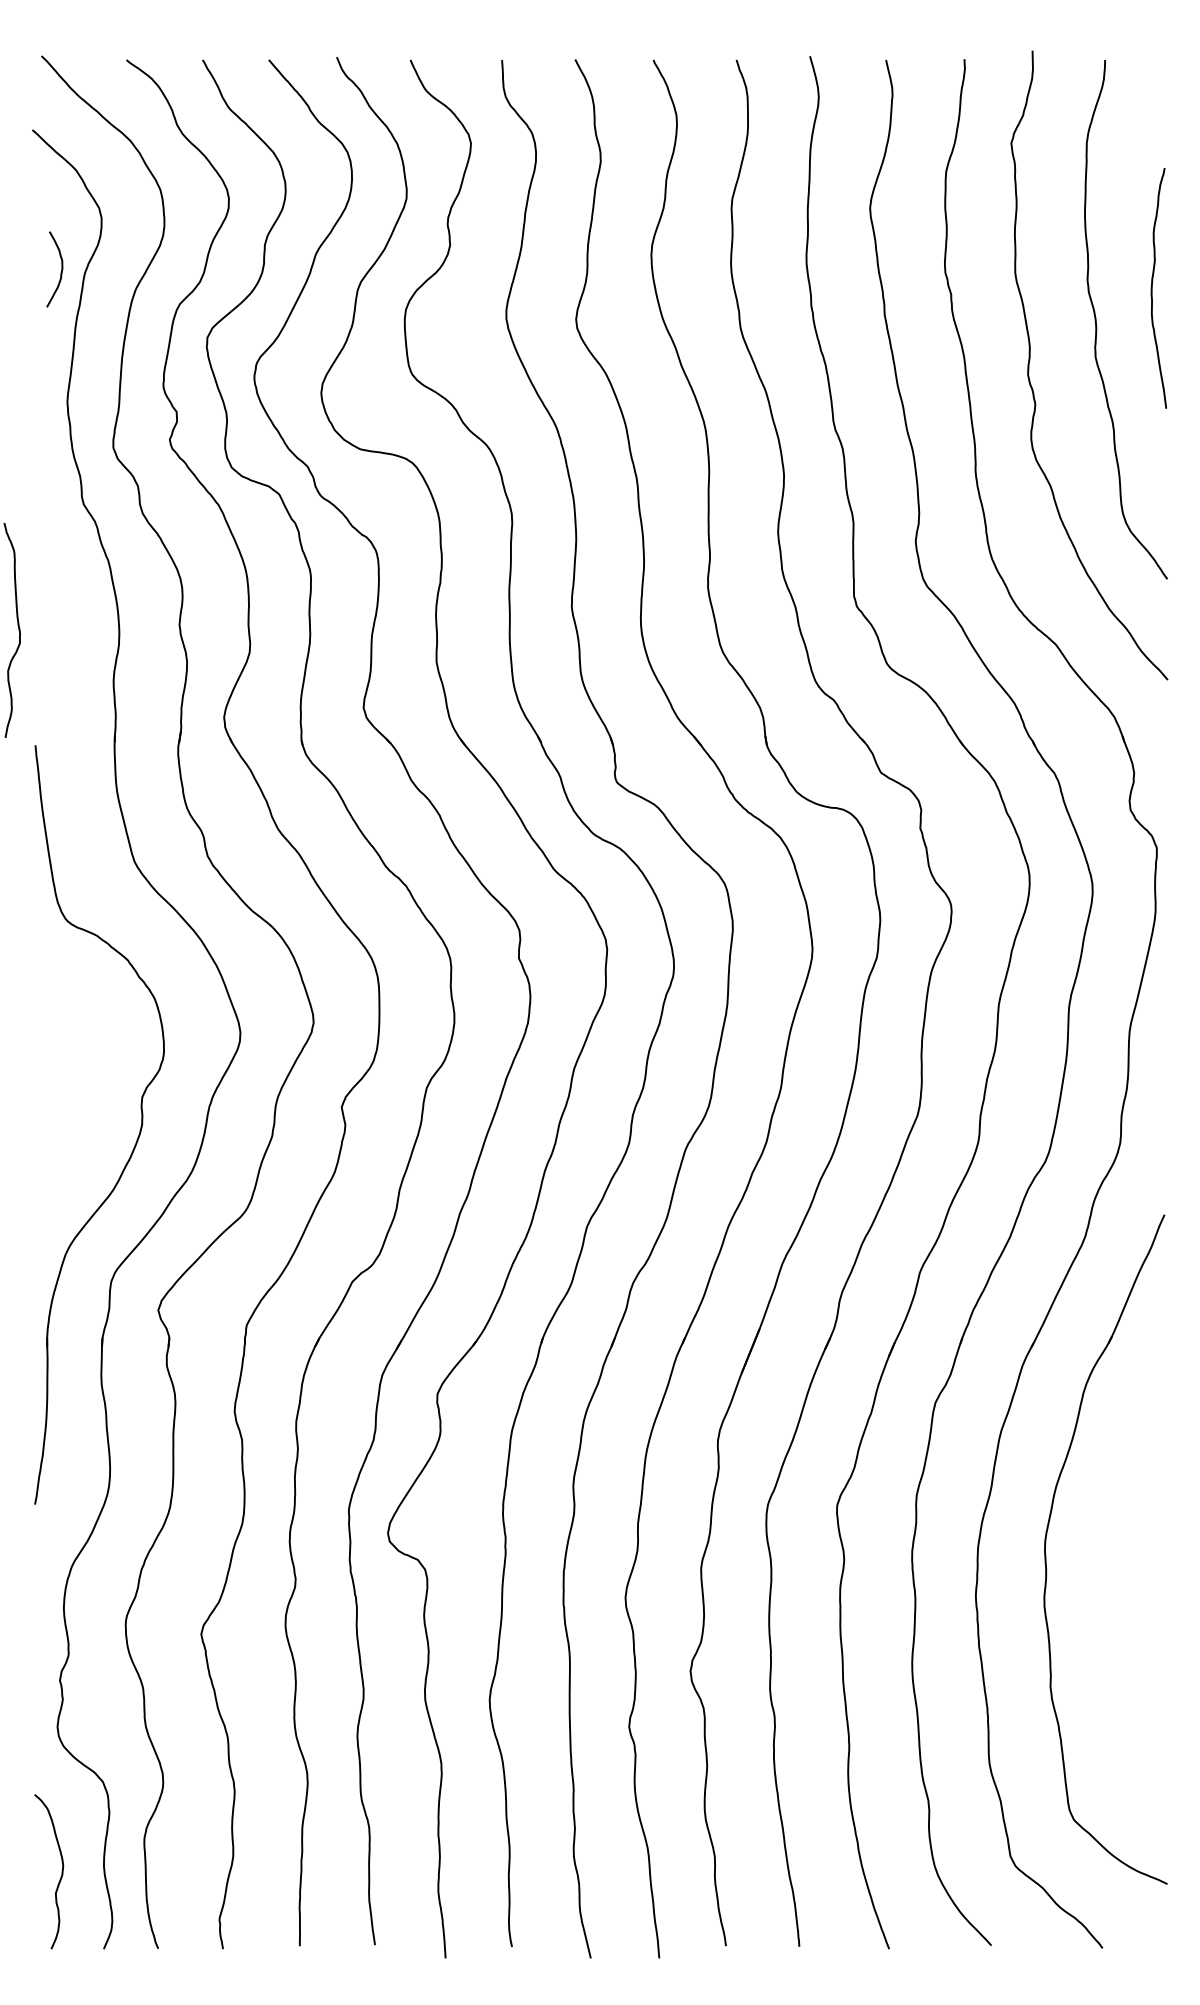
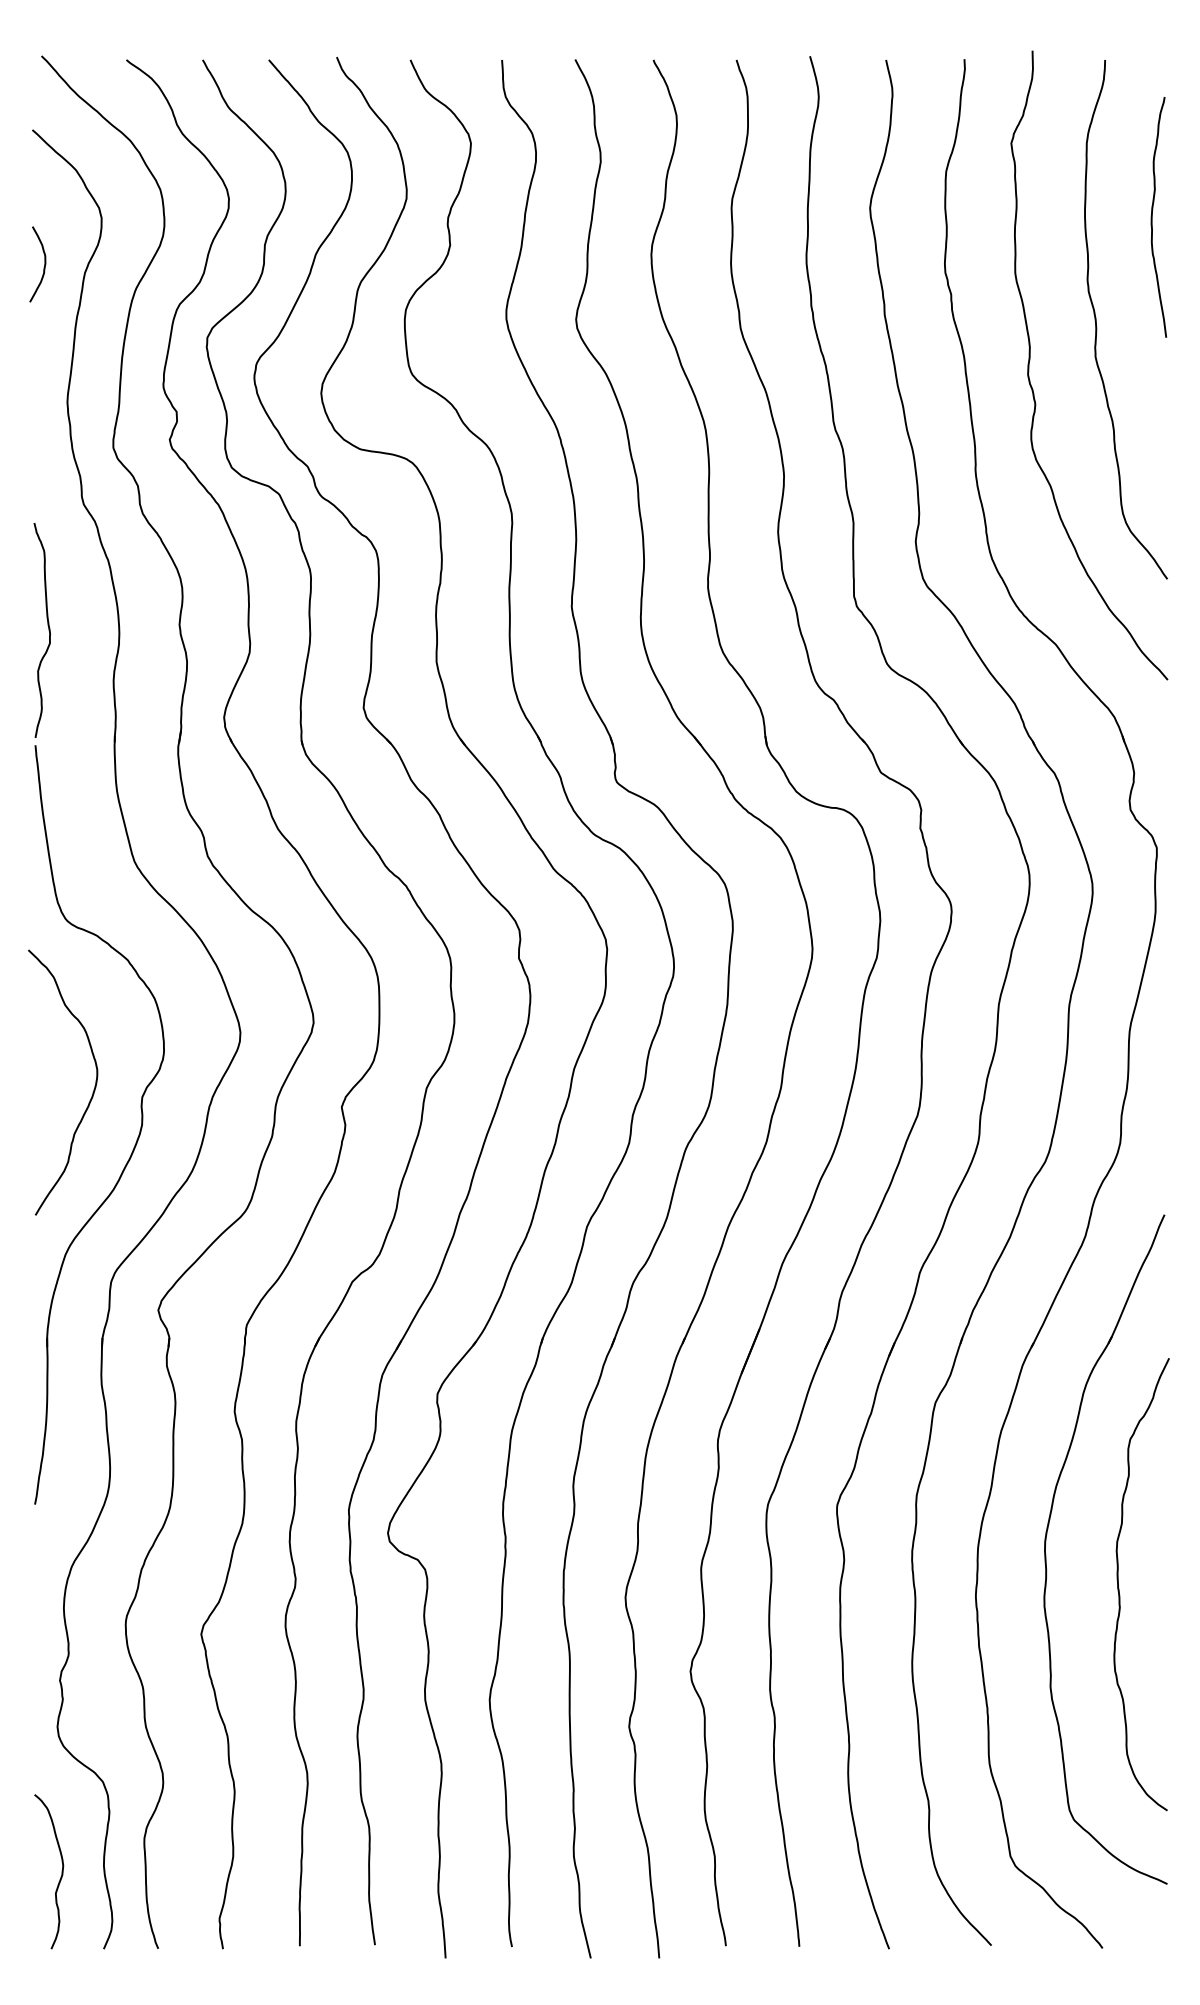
curve at (60, 272) position: (60, 272) -> (43, 267)
curve at (1152, 288) position: (1152, 288) -> (1152, 217)
curve at (18, 630) position: (18, 630) -> (48, 630)
curve at (92, 1092): none -> present
curve at (1119, 1588): none -> present
